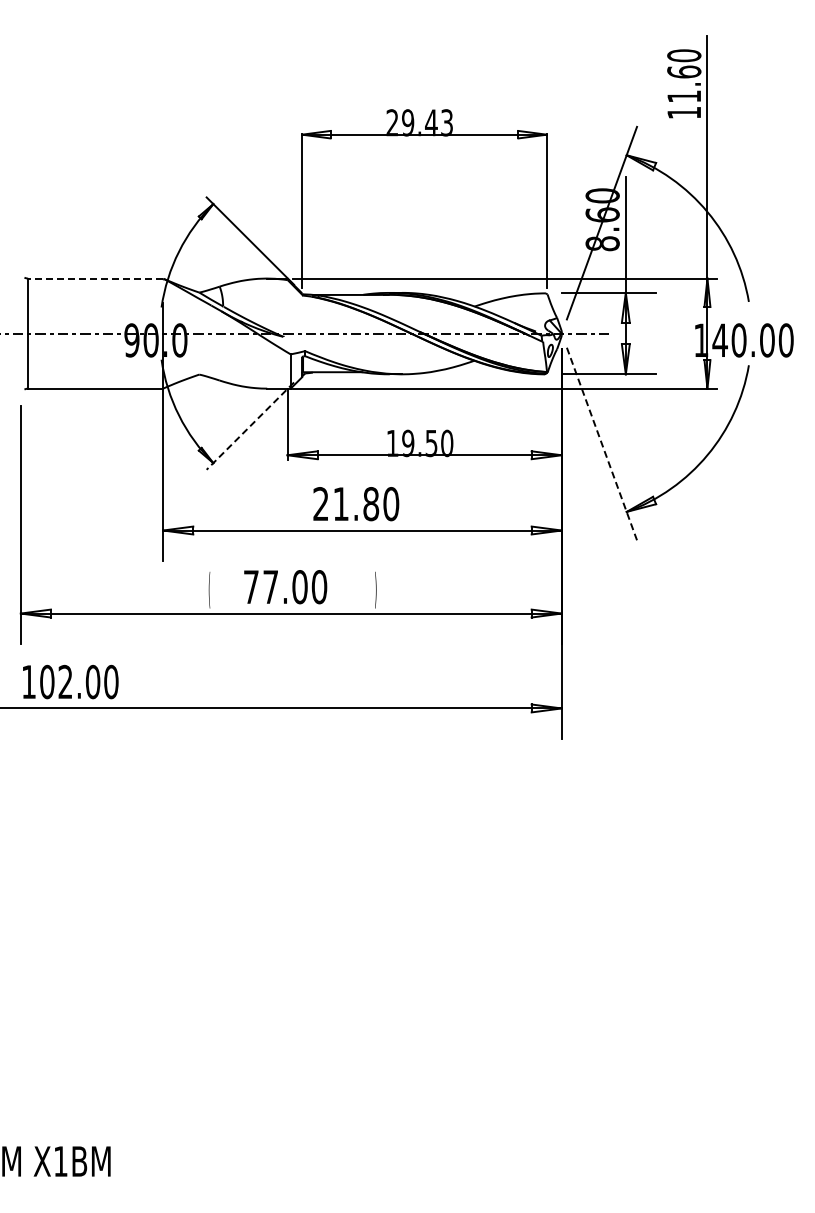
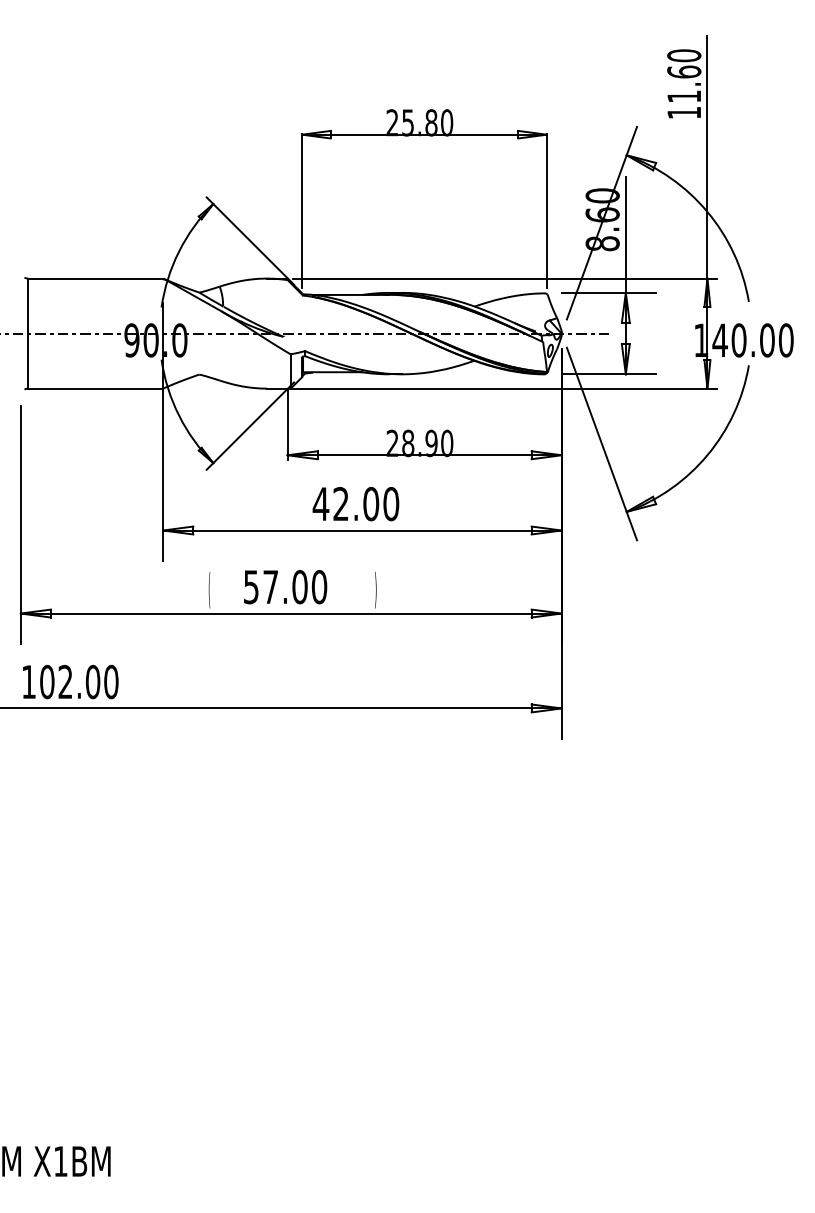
text at (427, 122): 29.43 -> 25.80
line at (95, 278): dashed -> solid
line at (250, 426): dashed -> solid
text at (411, 443): 19.50 -> 28.90
line at (602, 444): dashed -> solid
text at (345, 504): 21.80 -> 42.00
text at (251, 587): 77.00 -> 57.00
